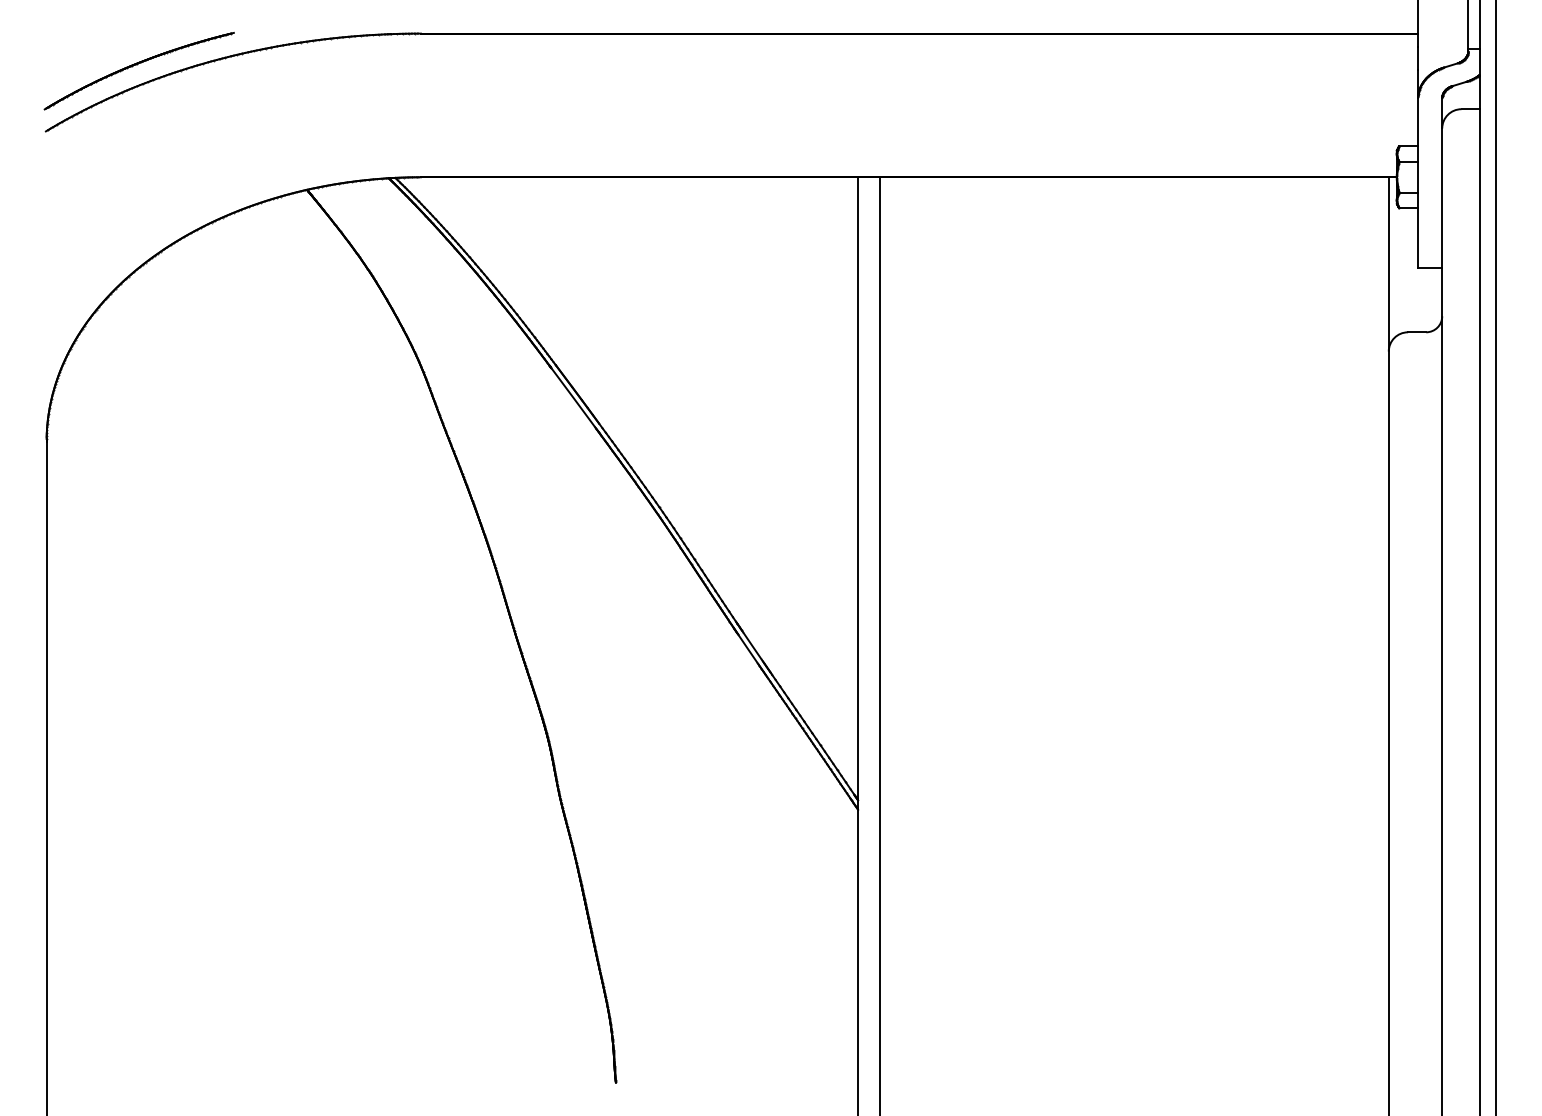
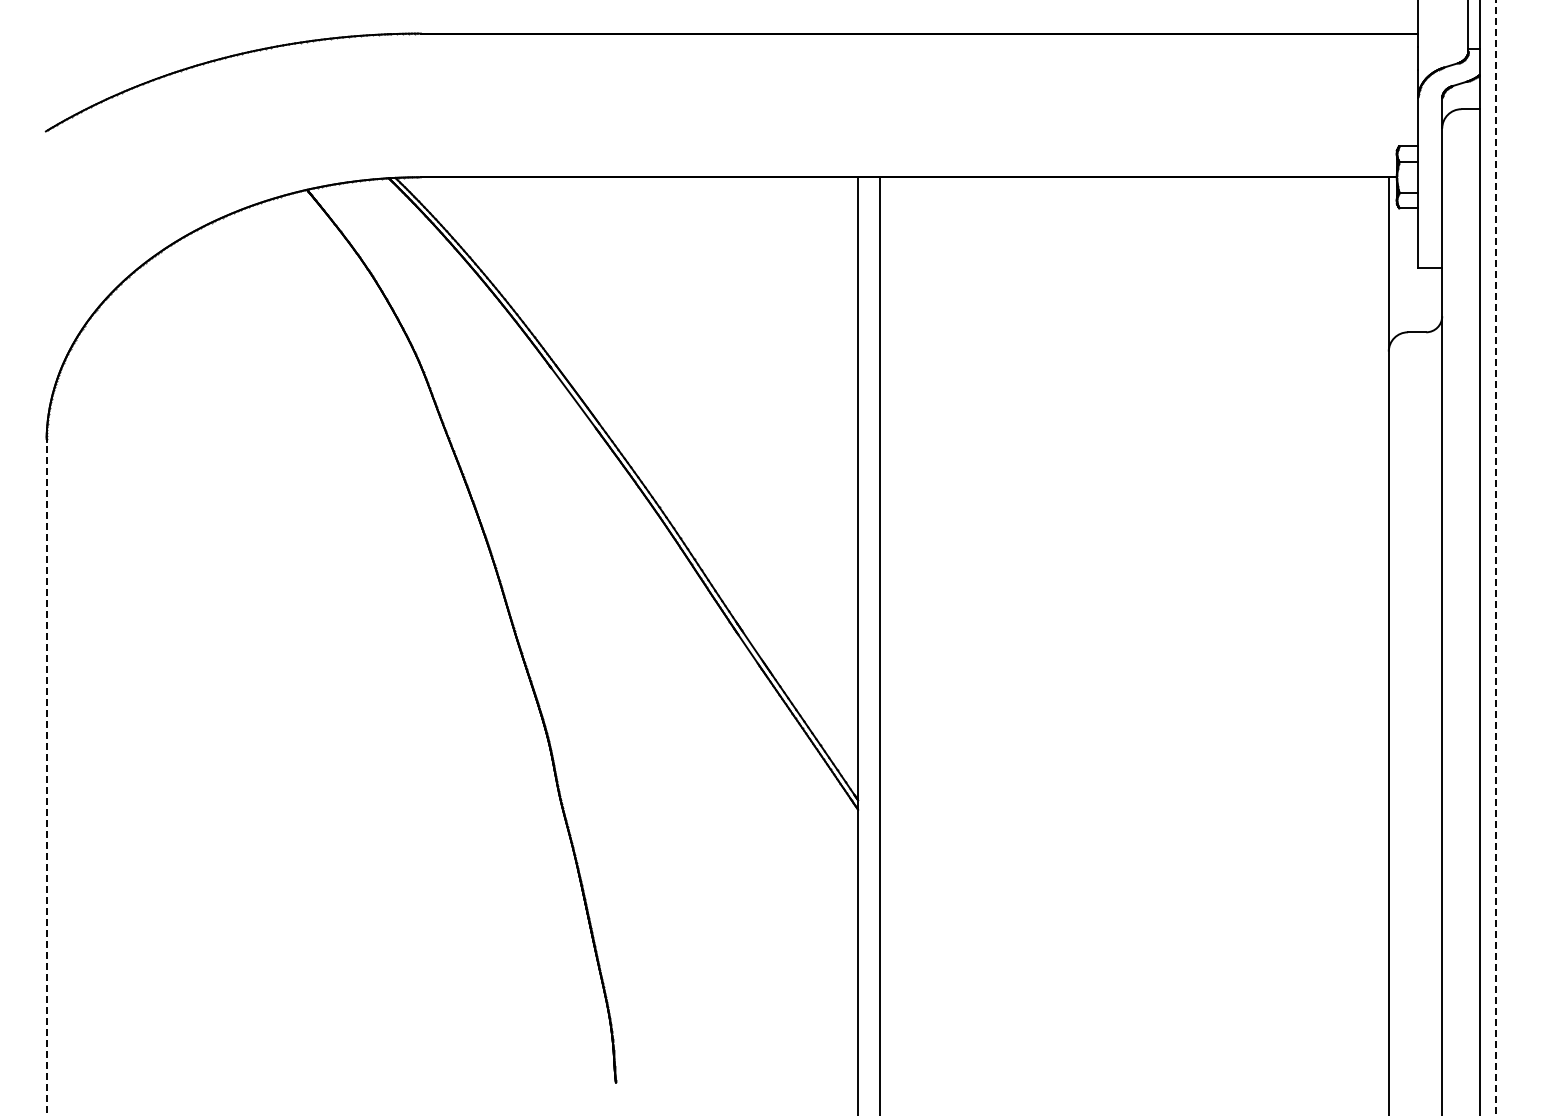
part at (137, 65): present -> none
line at (1495, 557): solid -> dashed
line at (46, 778): solid -> dashed
